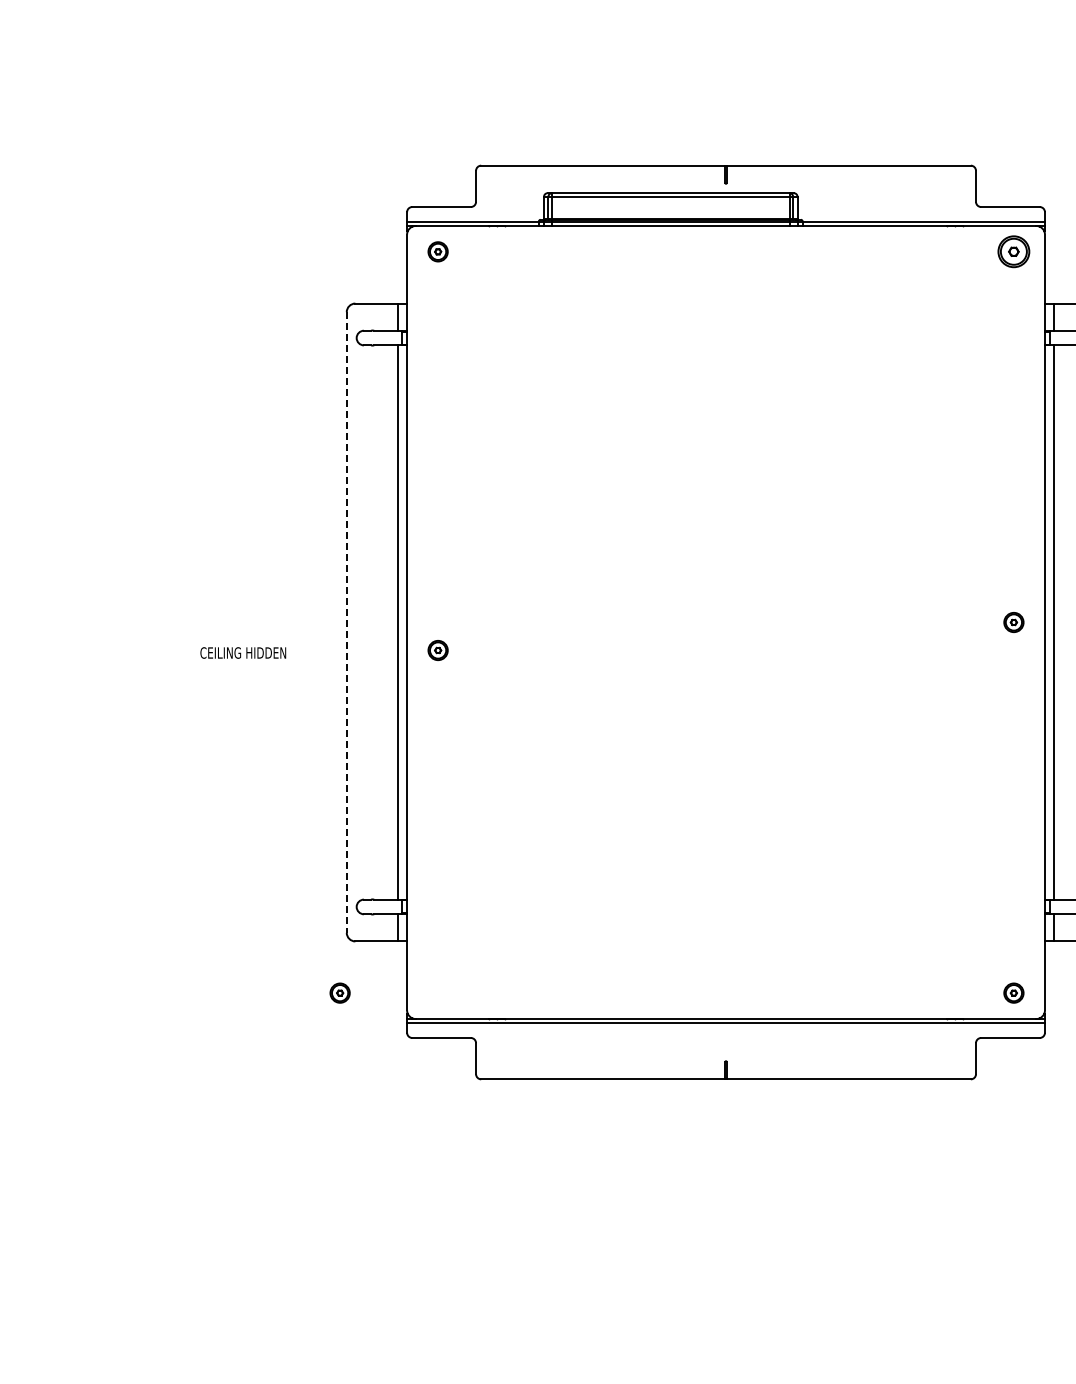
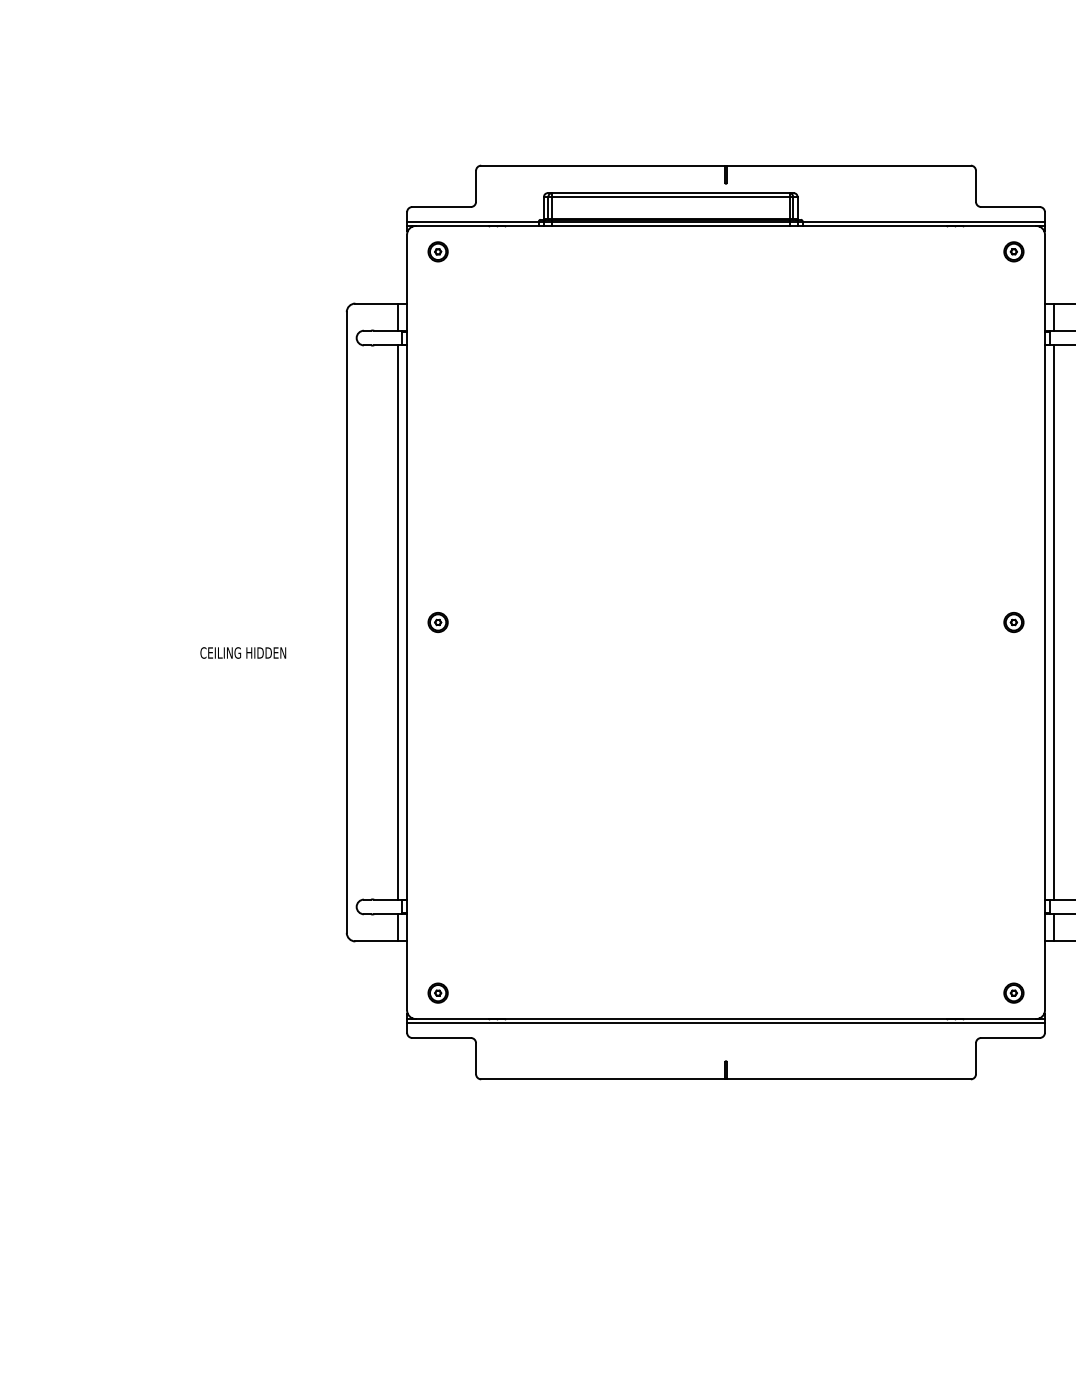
part at (1013, 251) size: 34x34 px -> 22x22 px
line at (346, 623): dashed -> solid
part at (437, 650) position: (437, 650) -> (437, 622)
part at (339, 992) position: (339, 992) -> (437, 992)
